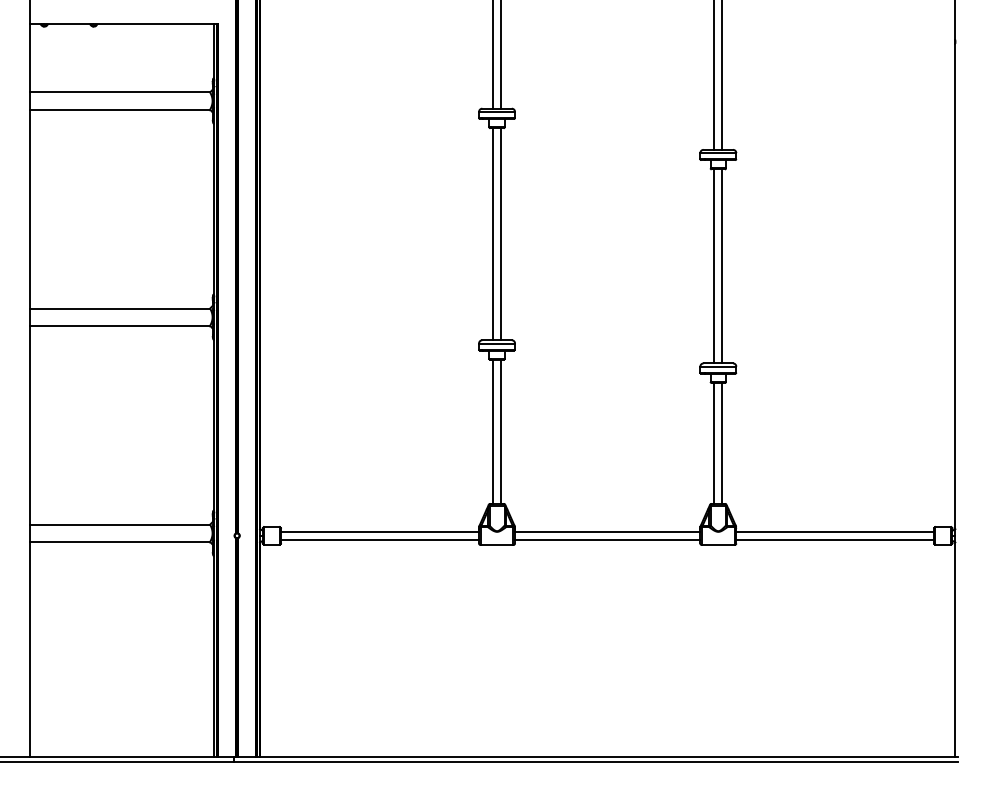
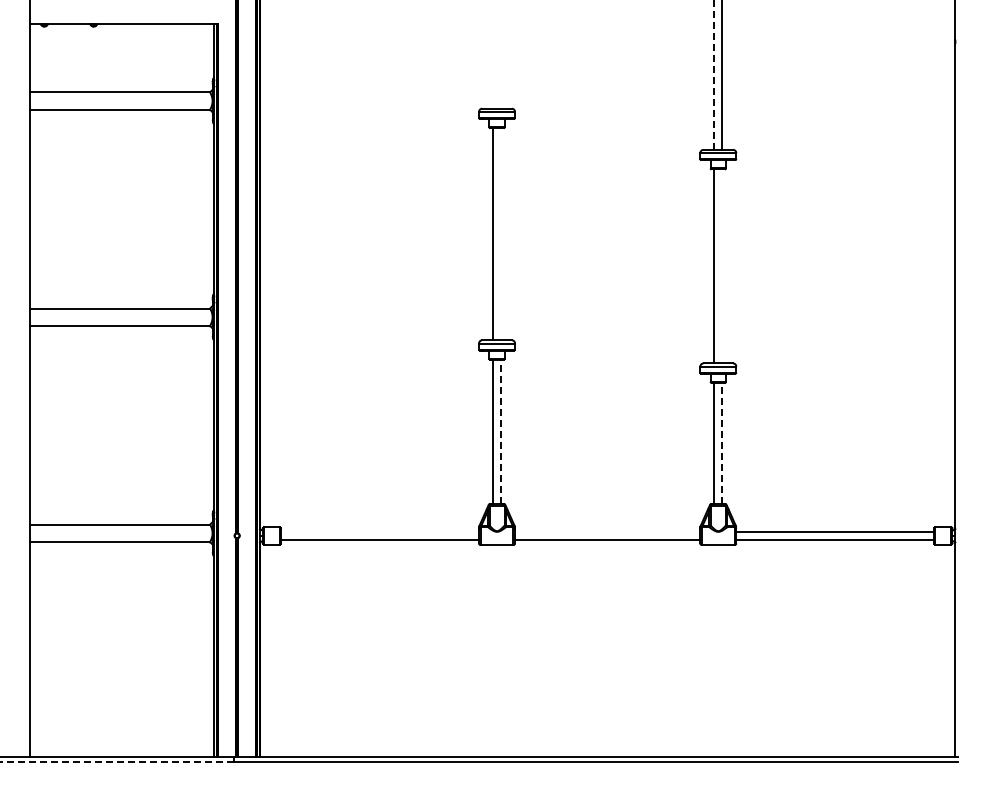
line at (492, 55): present -> none
line at (501, 55): present -> none
line at (714, 75): solid -> dashed
line at (501, 234): present -> none
line at (722, 266): present -> none
line at (501, 431): solid -> dashed
line at (722, 442): solid -> dashed
line at (379, 531): present -> none
line at (607, 531): present -> none
line at (117, 762): solid -> dashed
